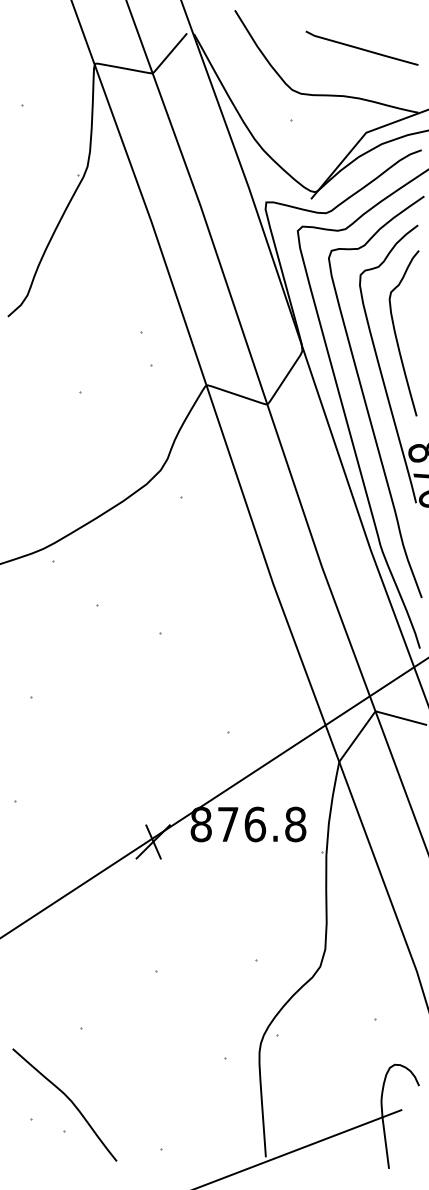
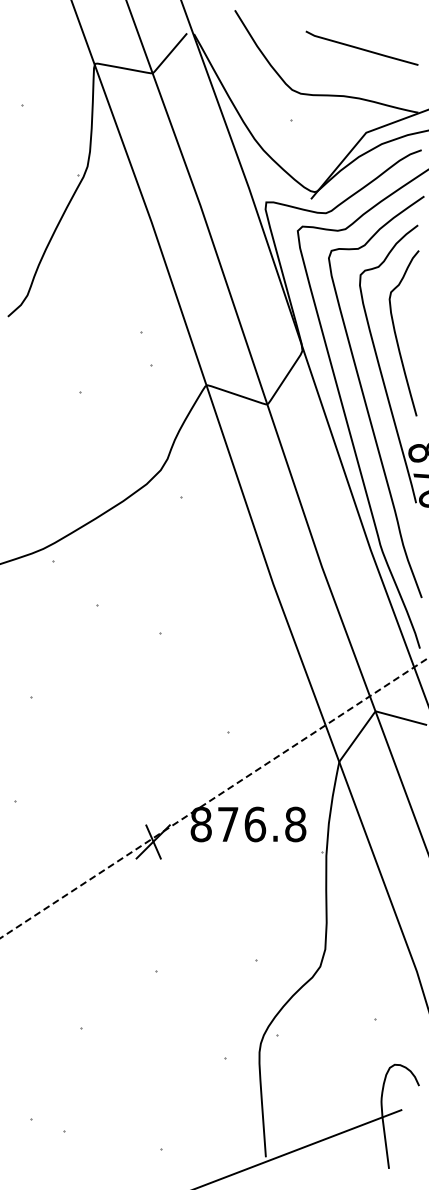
line at (214, 798): solid -> dashed
curve at (68, 1099): present -> none
